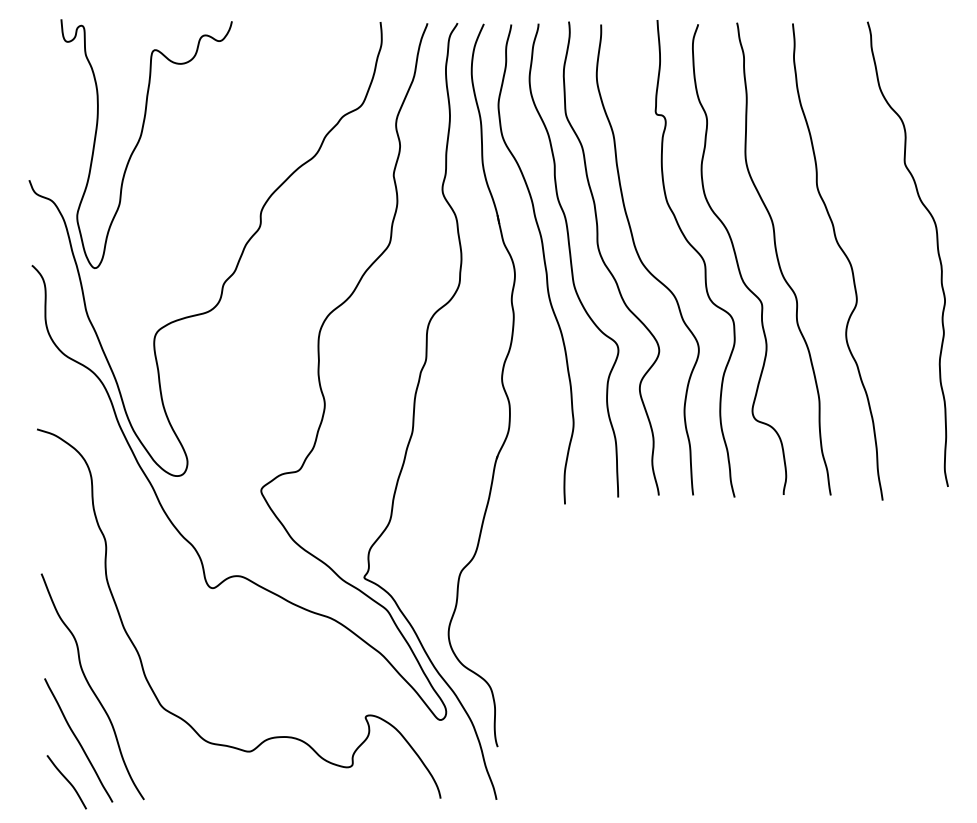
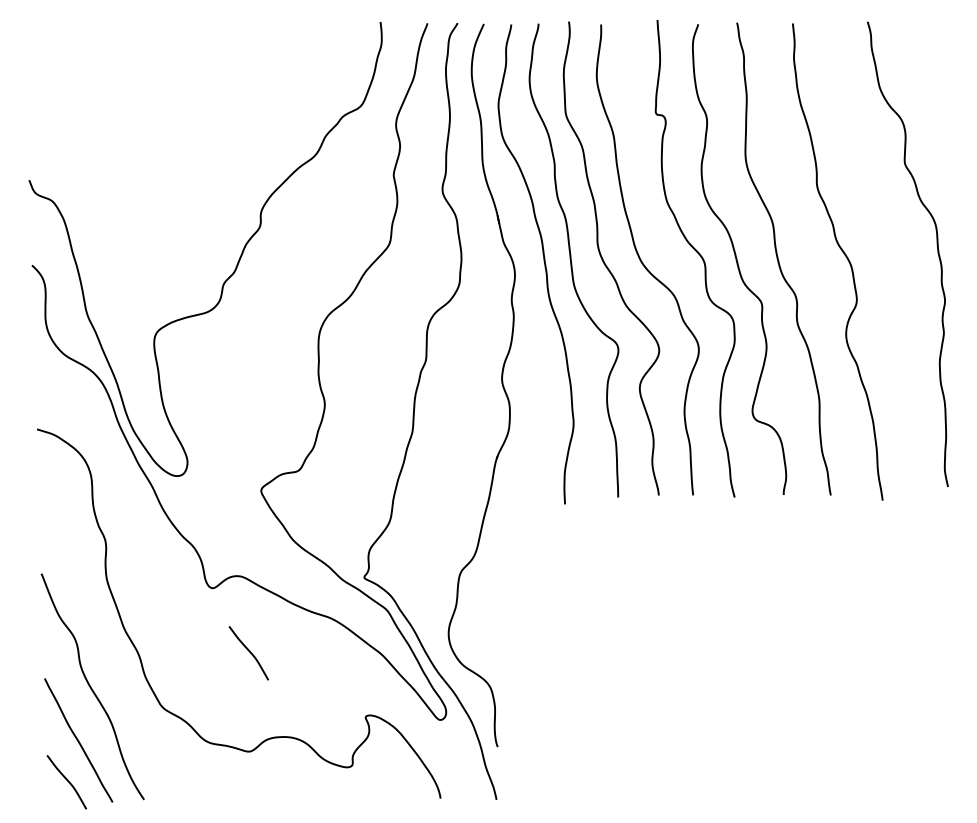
curve at (140, 140): present -> none
curve at (249, 652): none -> present
